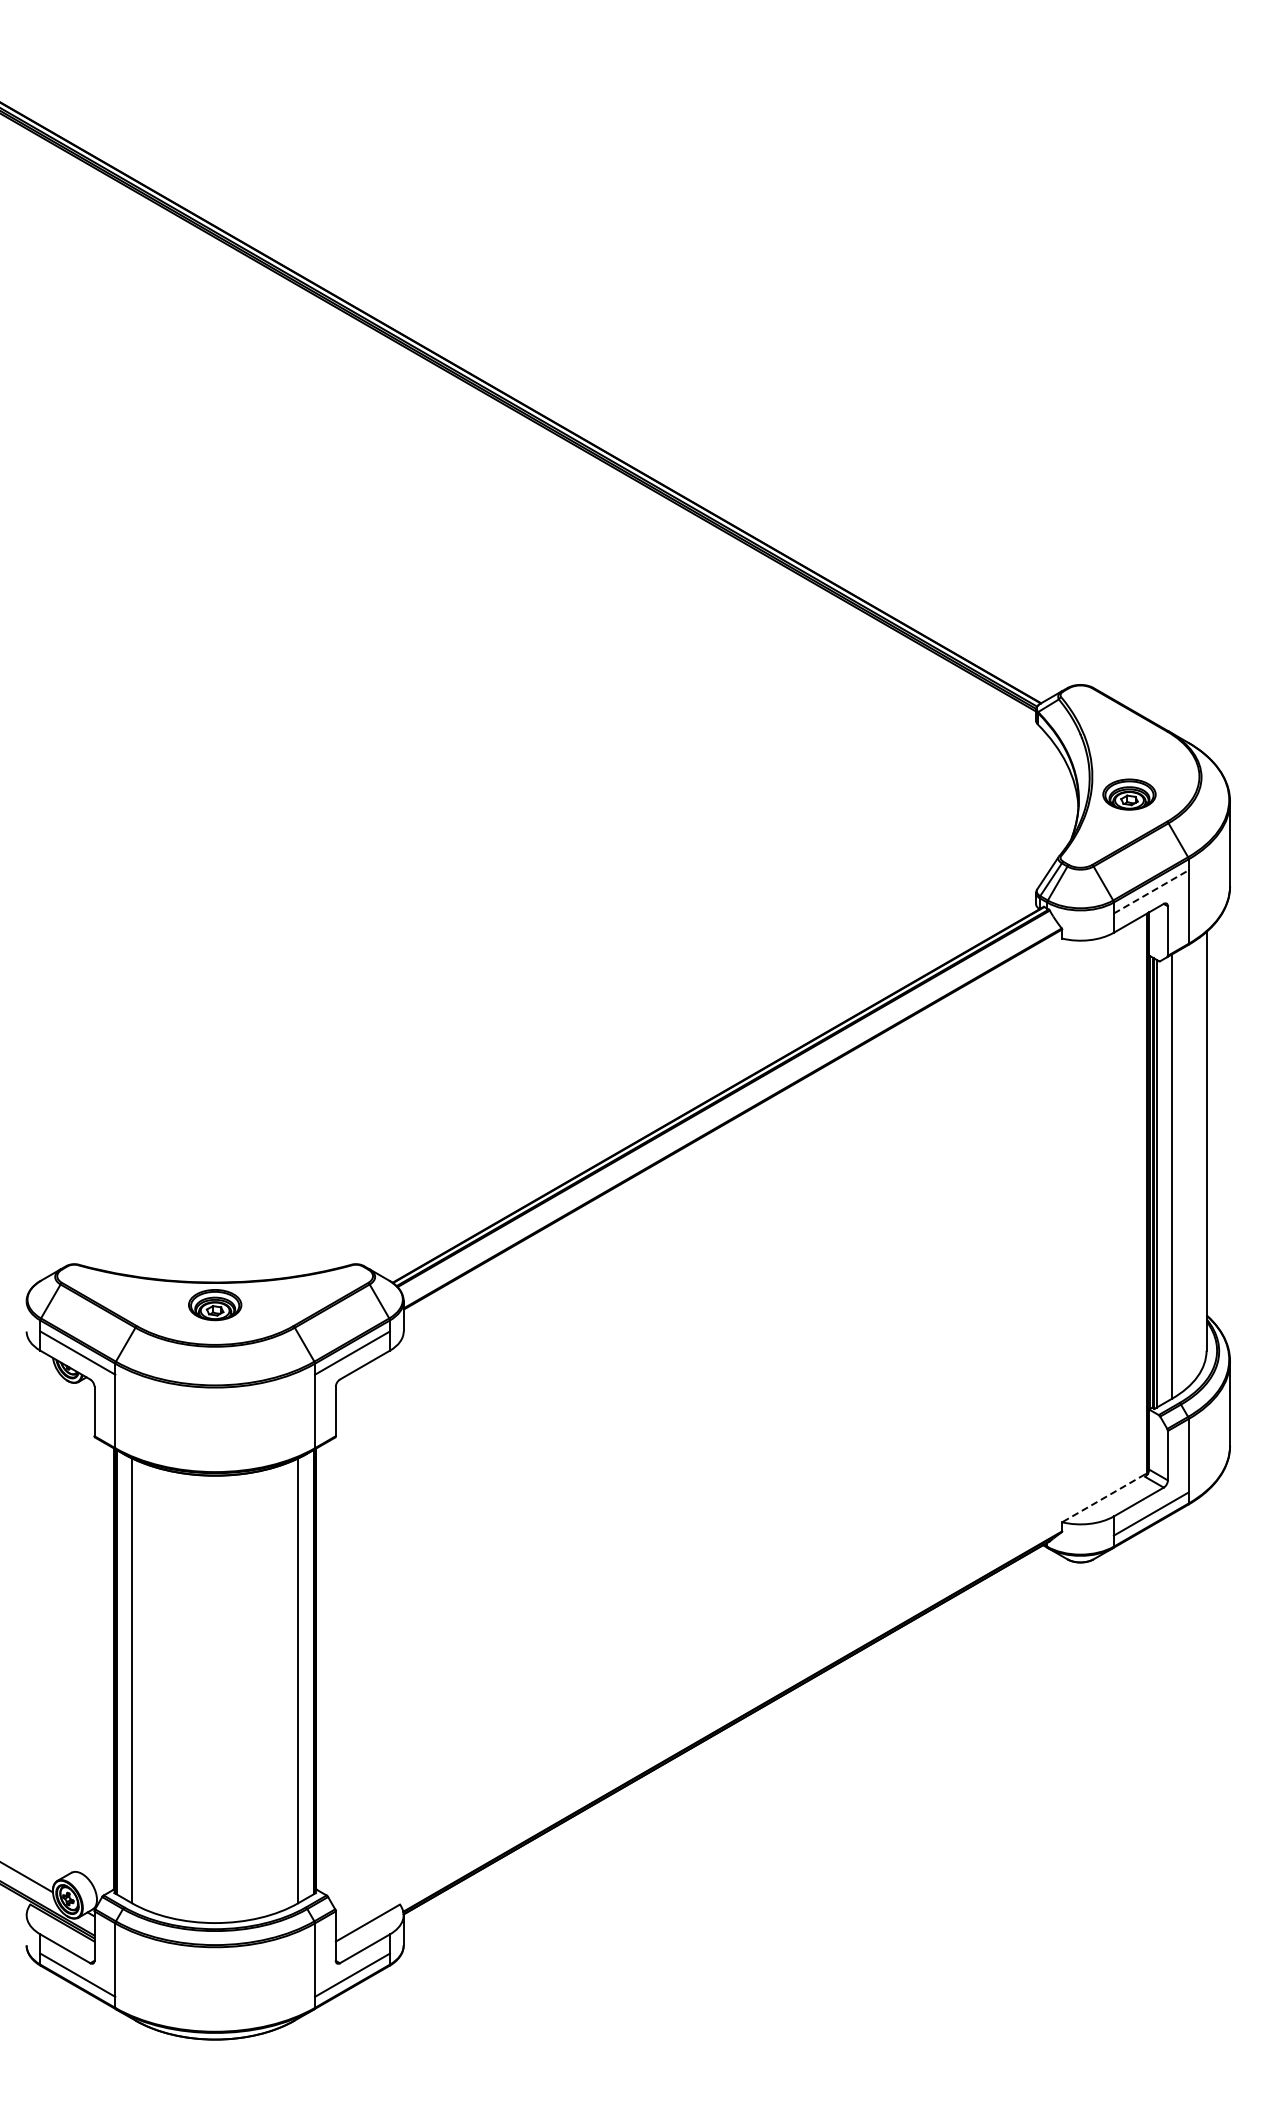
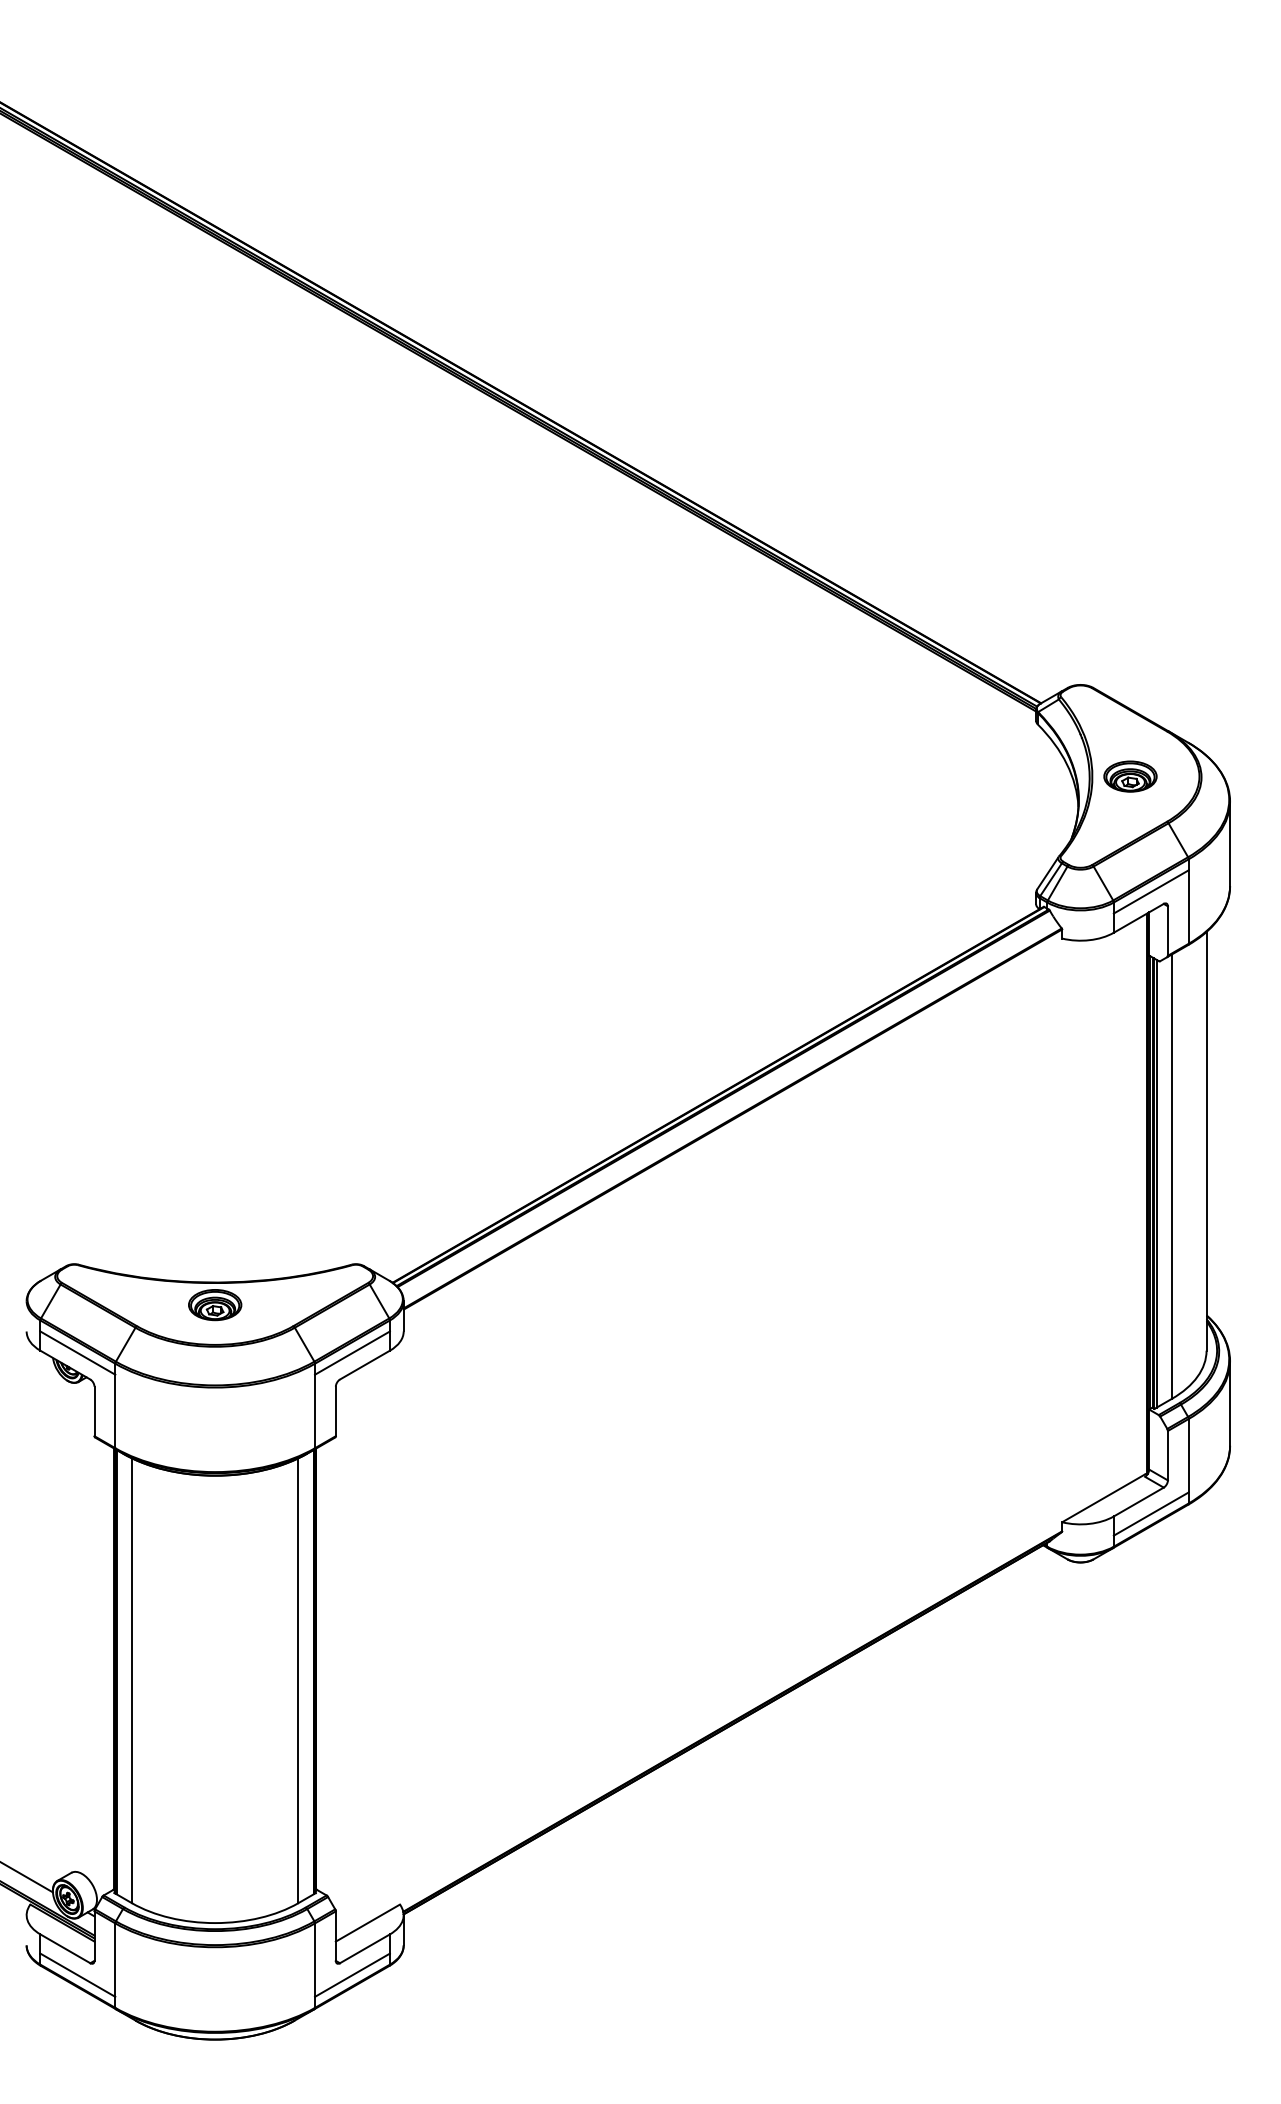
part at (1129, 794) position: (1129, 794) -> (1130, 776)
line at (1151, 891): dashed -> solid
line at (1103, 1498): dashed -> solid
